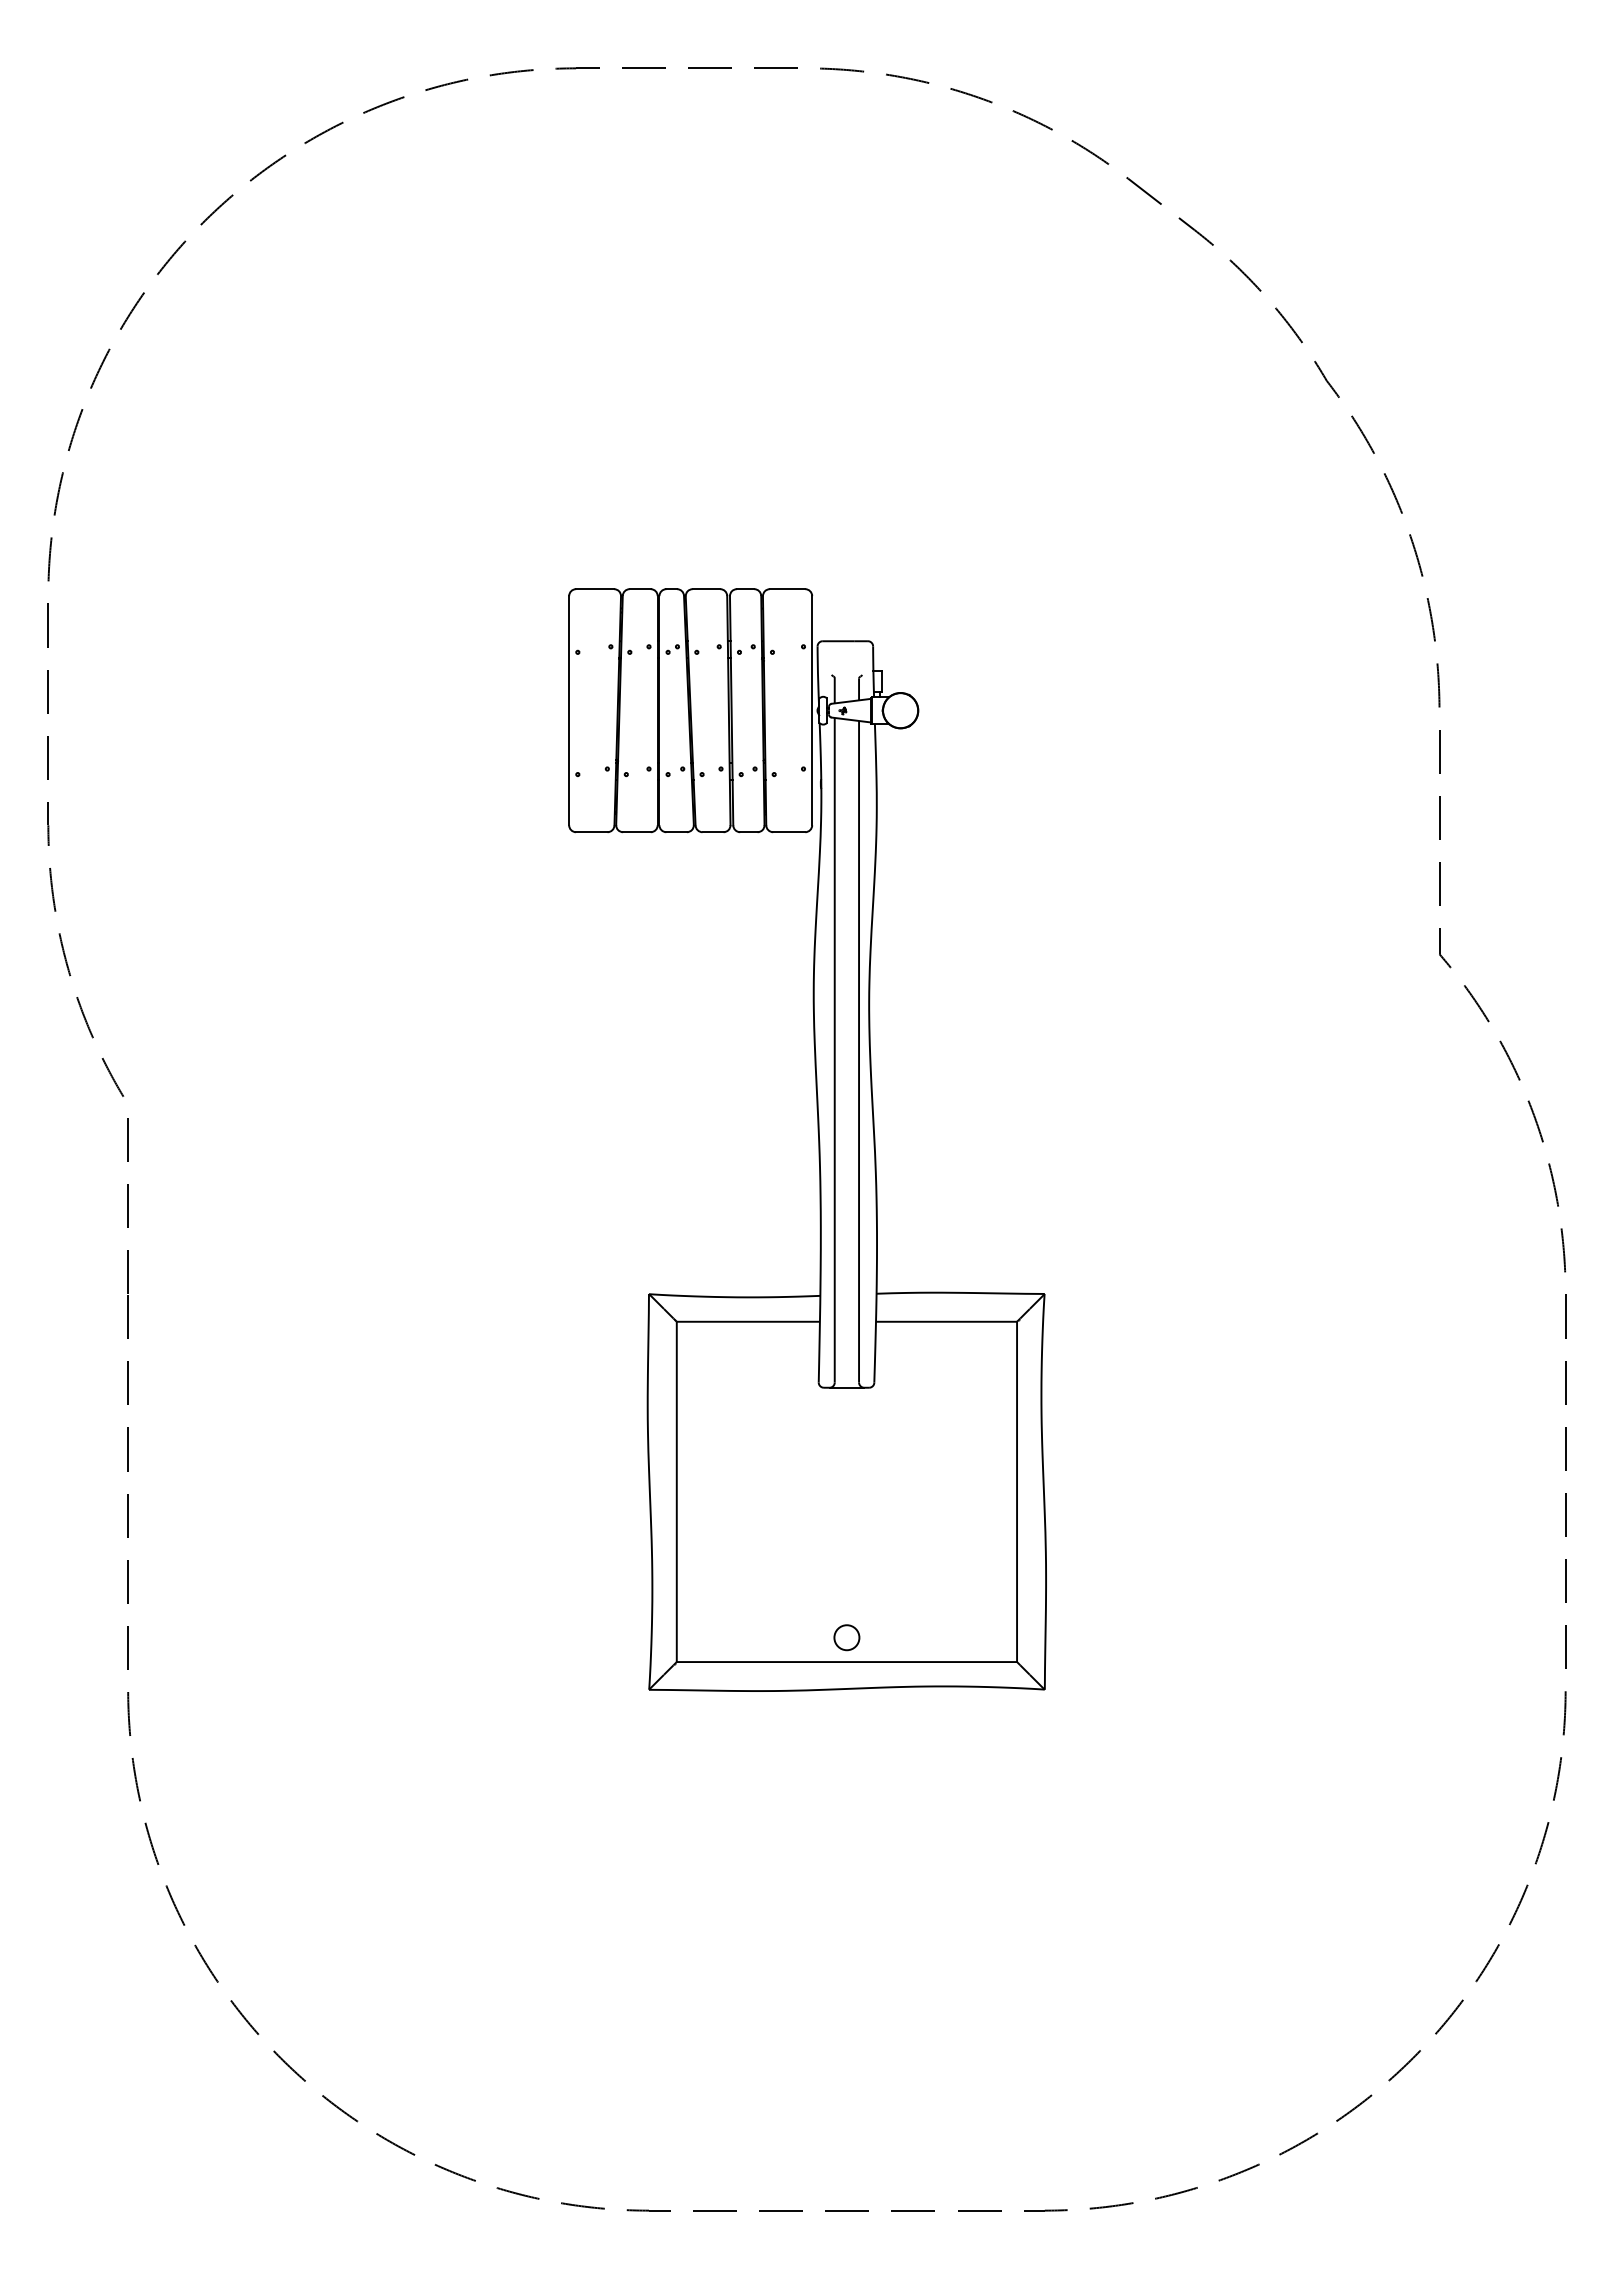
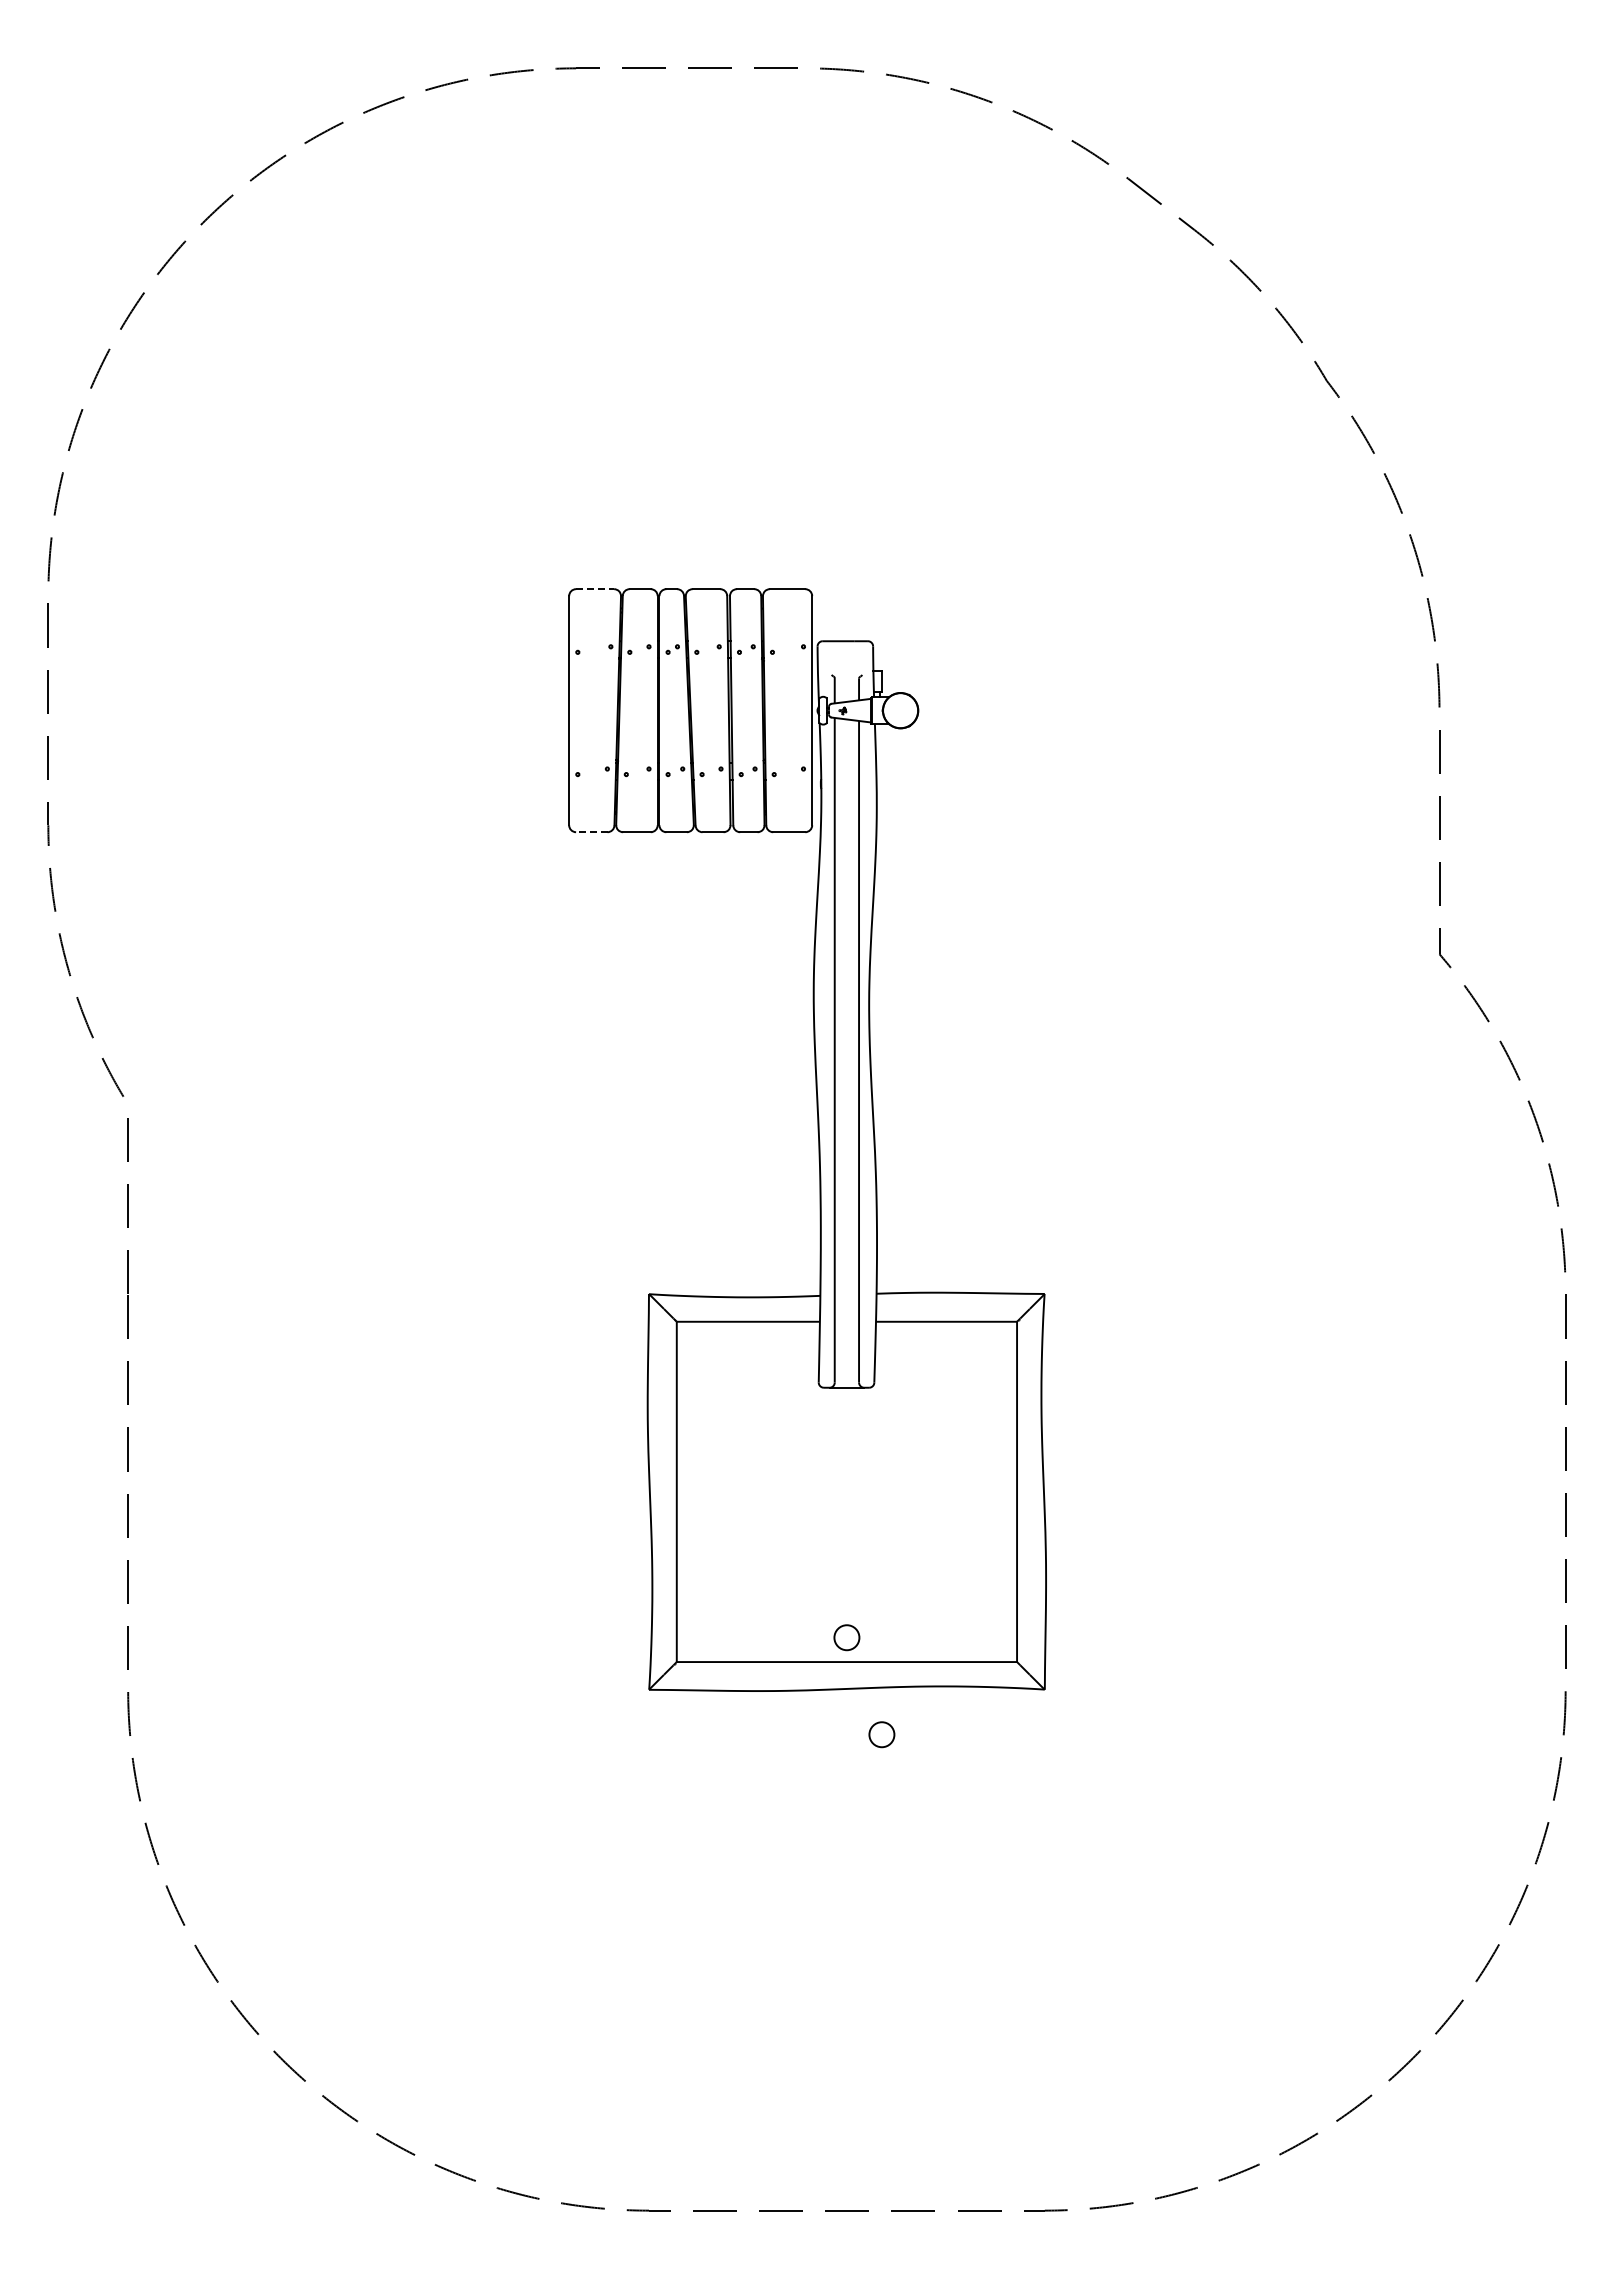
line at (595, 589): solid -> dashed
line at (591, 832): solid -> dashed
circle at (881, 1734): none -> present
